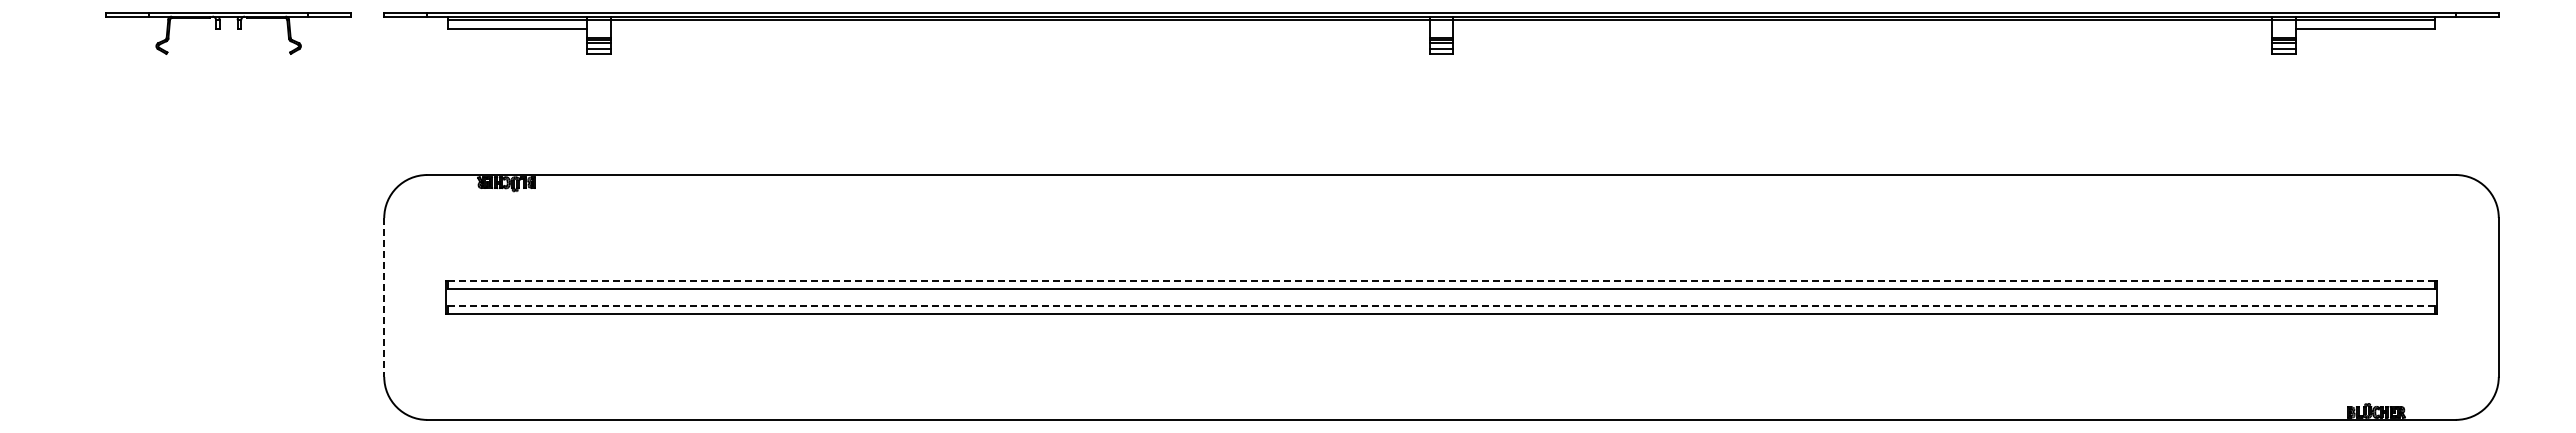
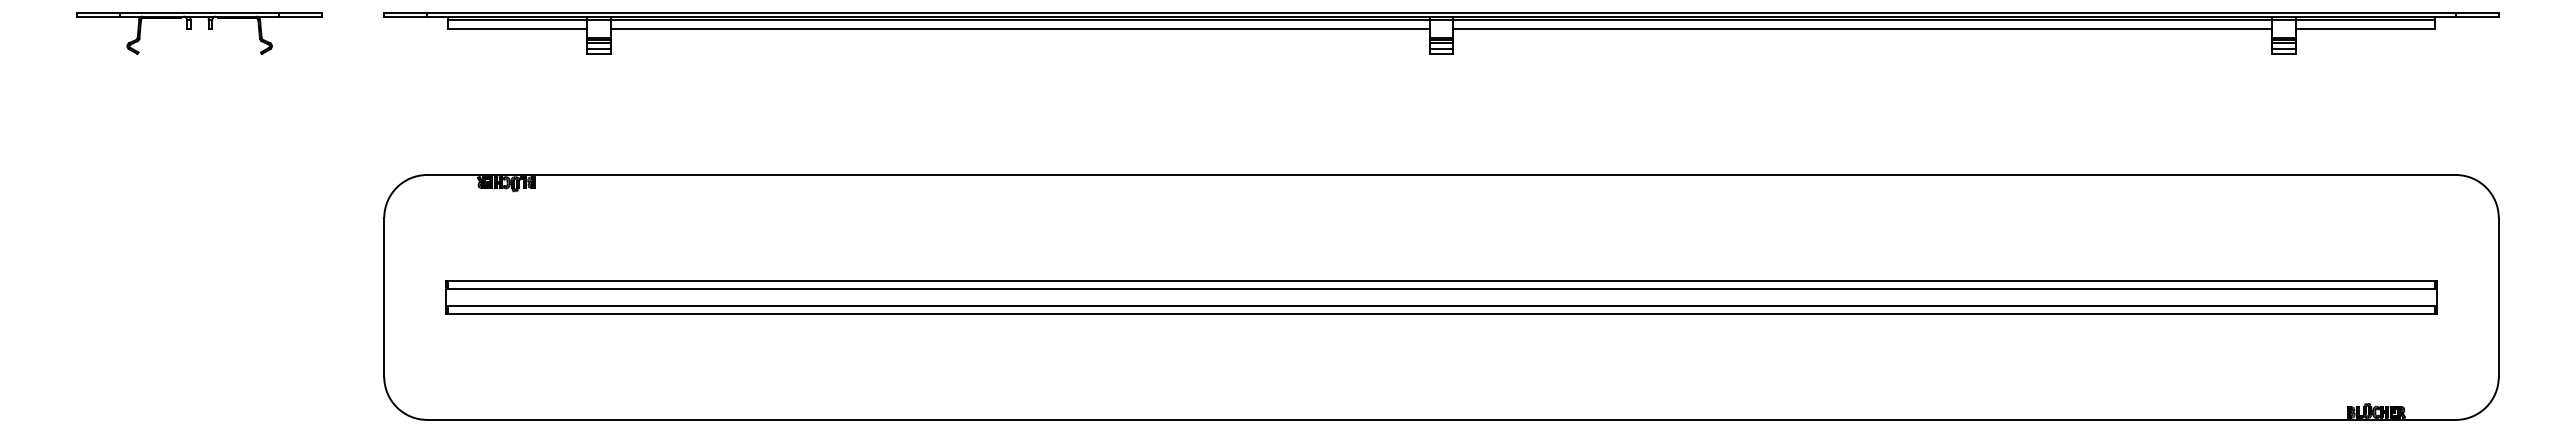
line at (1020, 28): none -> present
line at (1862, 28): none -> present
part at (220, 29) position: (220, 29) -> (191, 29)
line at (1441, 281): dashed -> solid
line at (384, 297): dashed -> solid
line at (1441, 306): dashed -> solid
